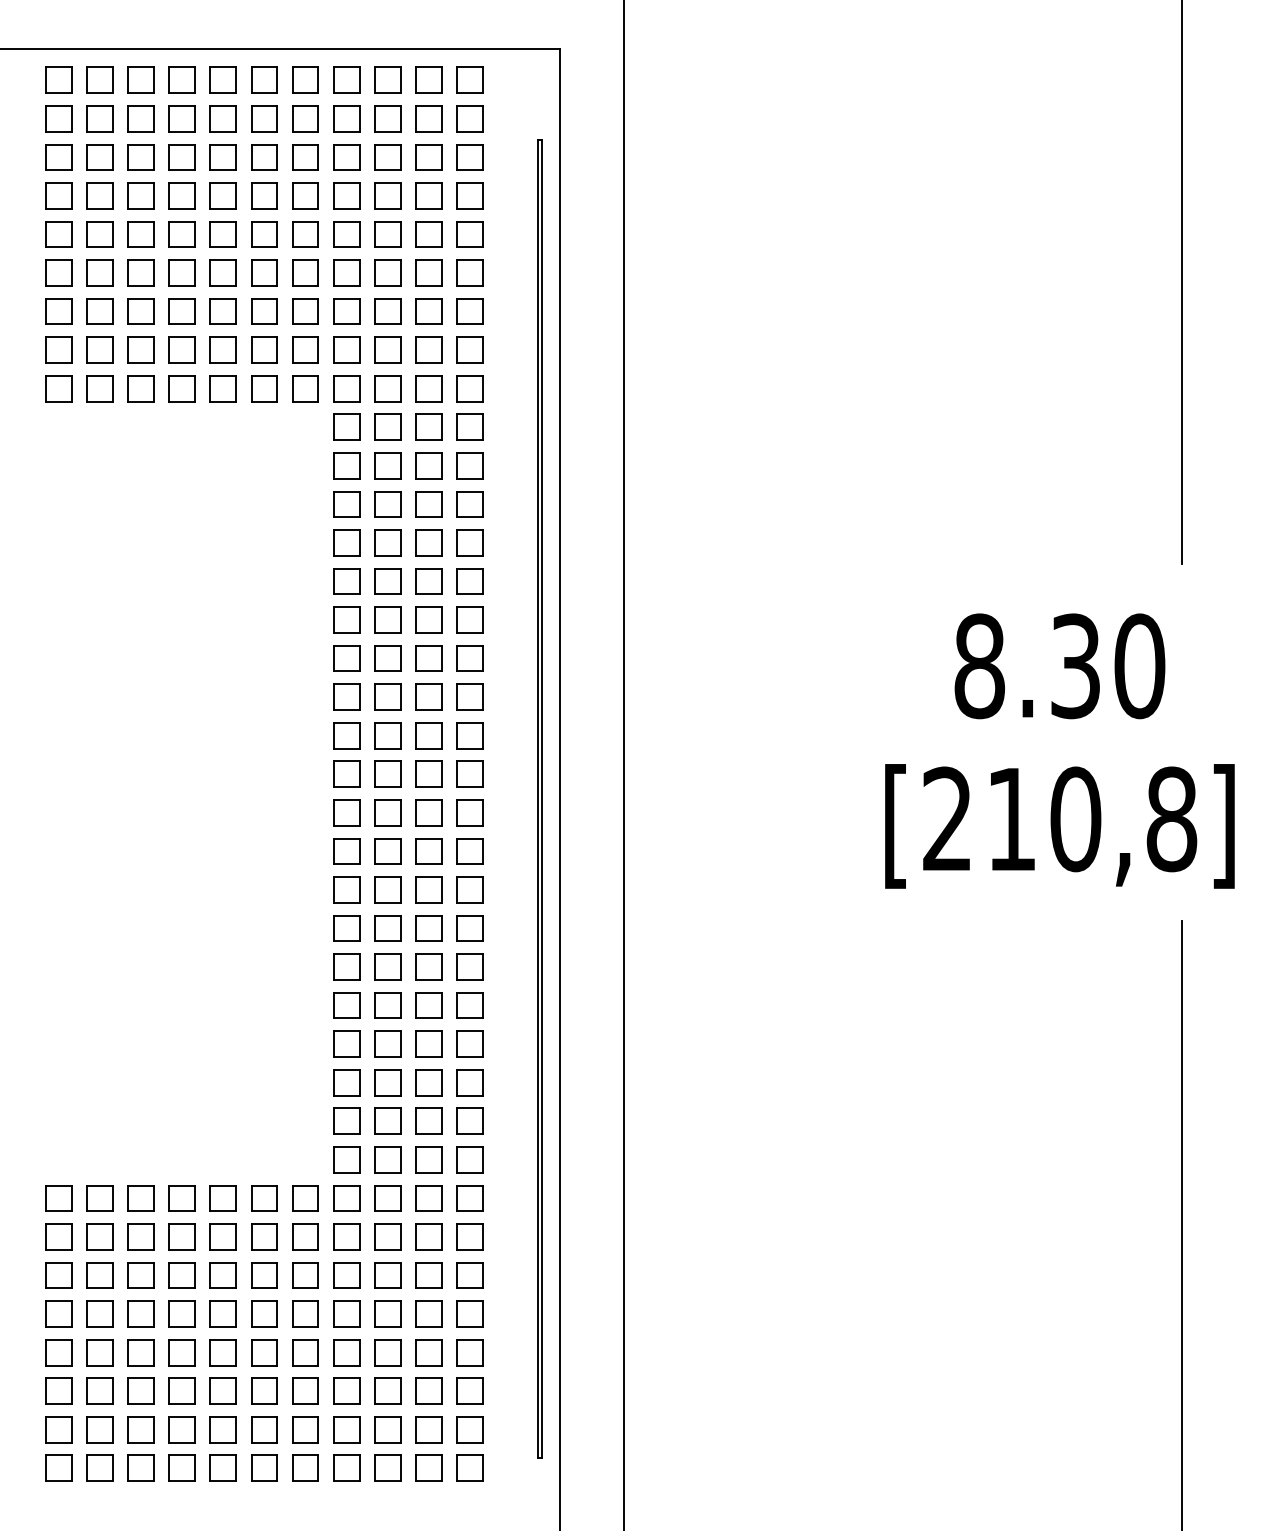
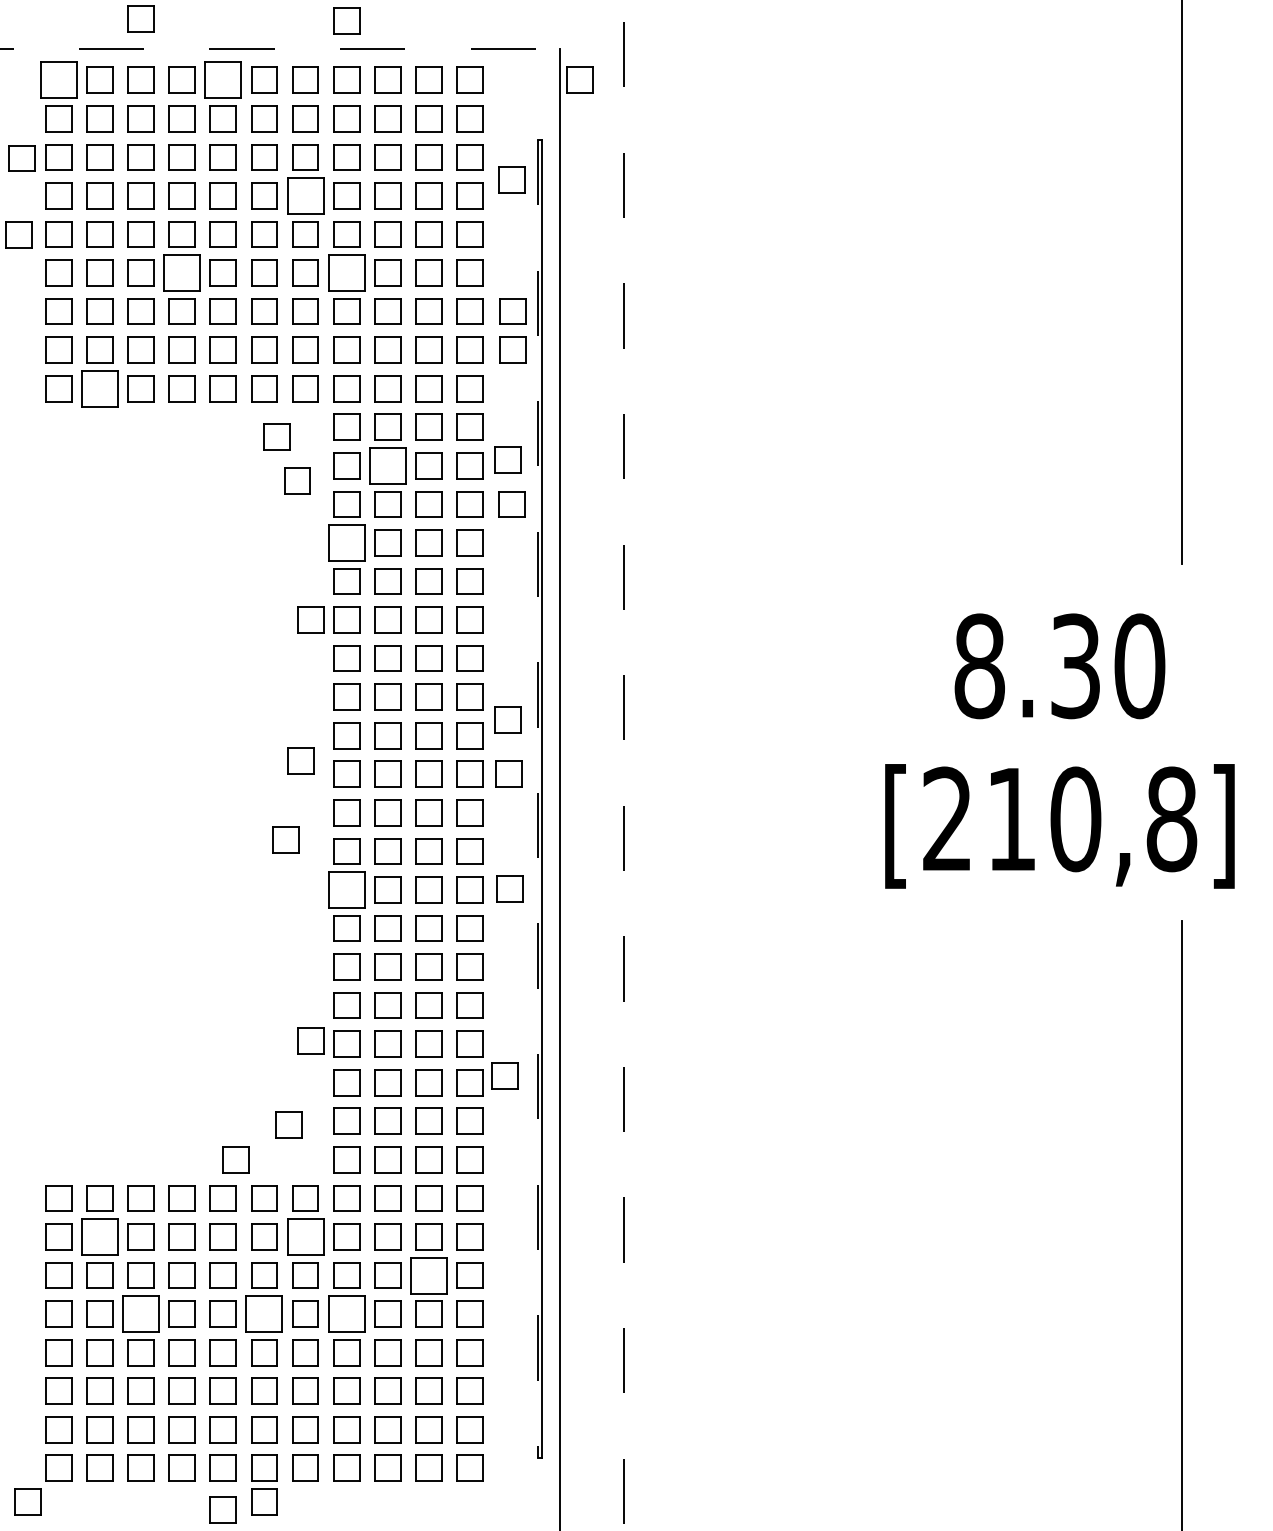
part at (140, 18): none -> present
part at (346, 20): none -> present
line at (280, 49): solid -> dashed
part at (58, 79) size: 28x28 px -> 38x38 px
part at (222, 79) size: 28x28 px -> 38x38 px
part at (579, 79): none -> present
part at (21, 158): none -> present
part at (511, 179): none -> present
part at (305, 195) size: 27x28 px -> 38x38 px
part at (18, 234): none -> present
part at (181, 272) size: 28x28 px -> 38x38 px
part at (346, 272) size: 28x28 px -> 38x38 px
part at (512, 311): none -> present
part at (512, 349): none -> present
part at (99, 388) size: 28x28 px -> 38x38 px
part at (276, 436): none -> present
part at (507, 459): none -> present
part at (387, 465) size: 28x28 px -> 38x38 px
part at (297, 480): none -> present
part at (511, 504): none -> present
part at (346, 542) size: 28x28 px -> 38x38 px
part at (310, 619): none -> present
part at (507, 719): none -> present
part at (300, 760): none -> present
line at (624, 765): solid -> dashed
part at (508, 773): none -> present
line at (537, 799): solid -> dashed
part at (285, 839): none -> present
part at (509, 888): none -> present
part at (346, 889) size: 28x28 px -> 38x38 px
part at (310, 1040): none -> present
part at (504, 1075): none -> present
part at (288, 1124): none -> present
part at (235, 1159): none -> present
part at (99, 1236) size: 28x28 px -> 38x38 px
part at (305, 1236) size: 27x28 px -> 38x38 px
part at (428, 1275) size: 28x27 px -> 38x38 px
part at (140, 1313) size: 28x28 px -> 38x38 px
part at (264, 1313) size: 27x28 px -> 38x38 px
part at (346, 1313) size: 28x28 px -> 38x38 px
part at (27, 1501): none -> present
part at (264, 1501): none -> present
part at (222, 1509): none -> present
